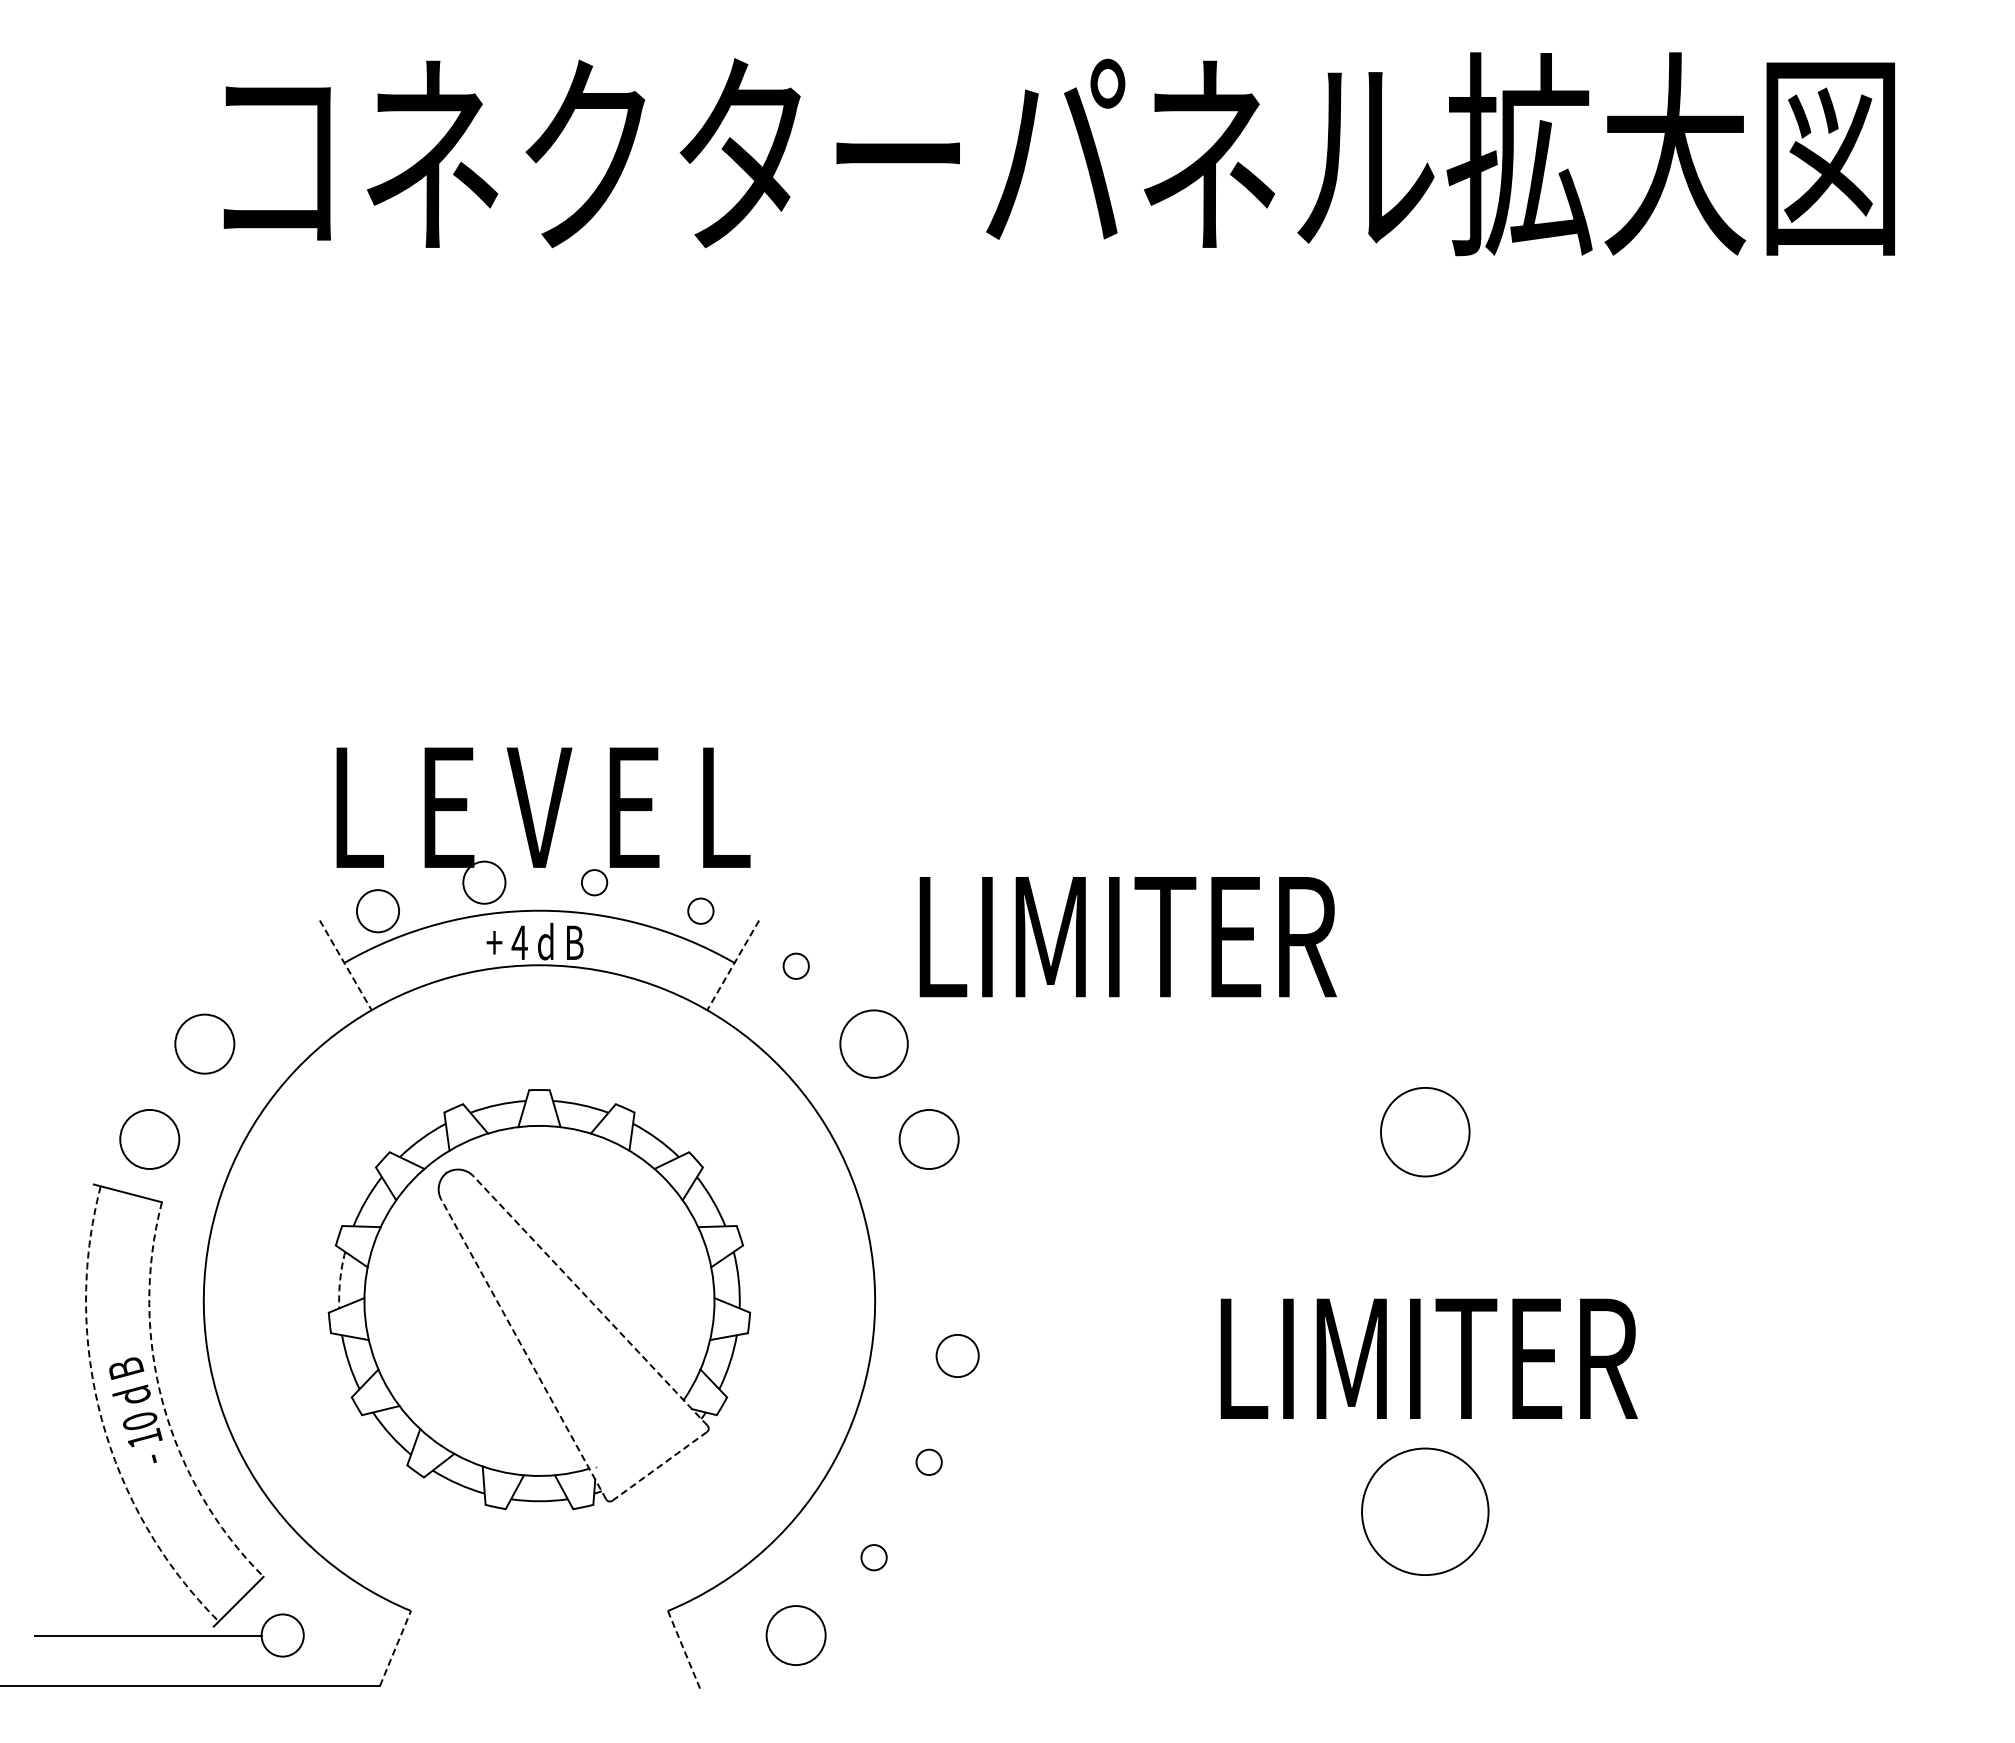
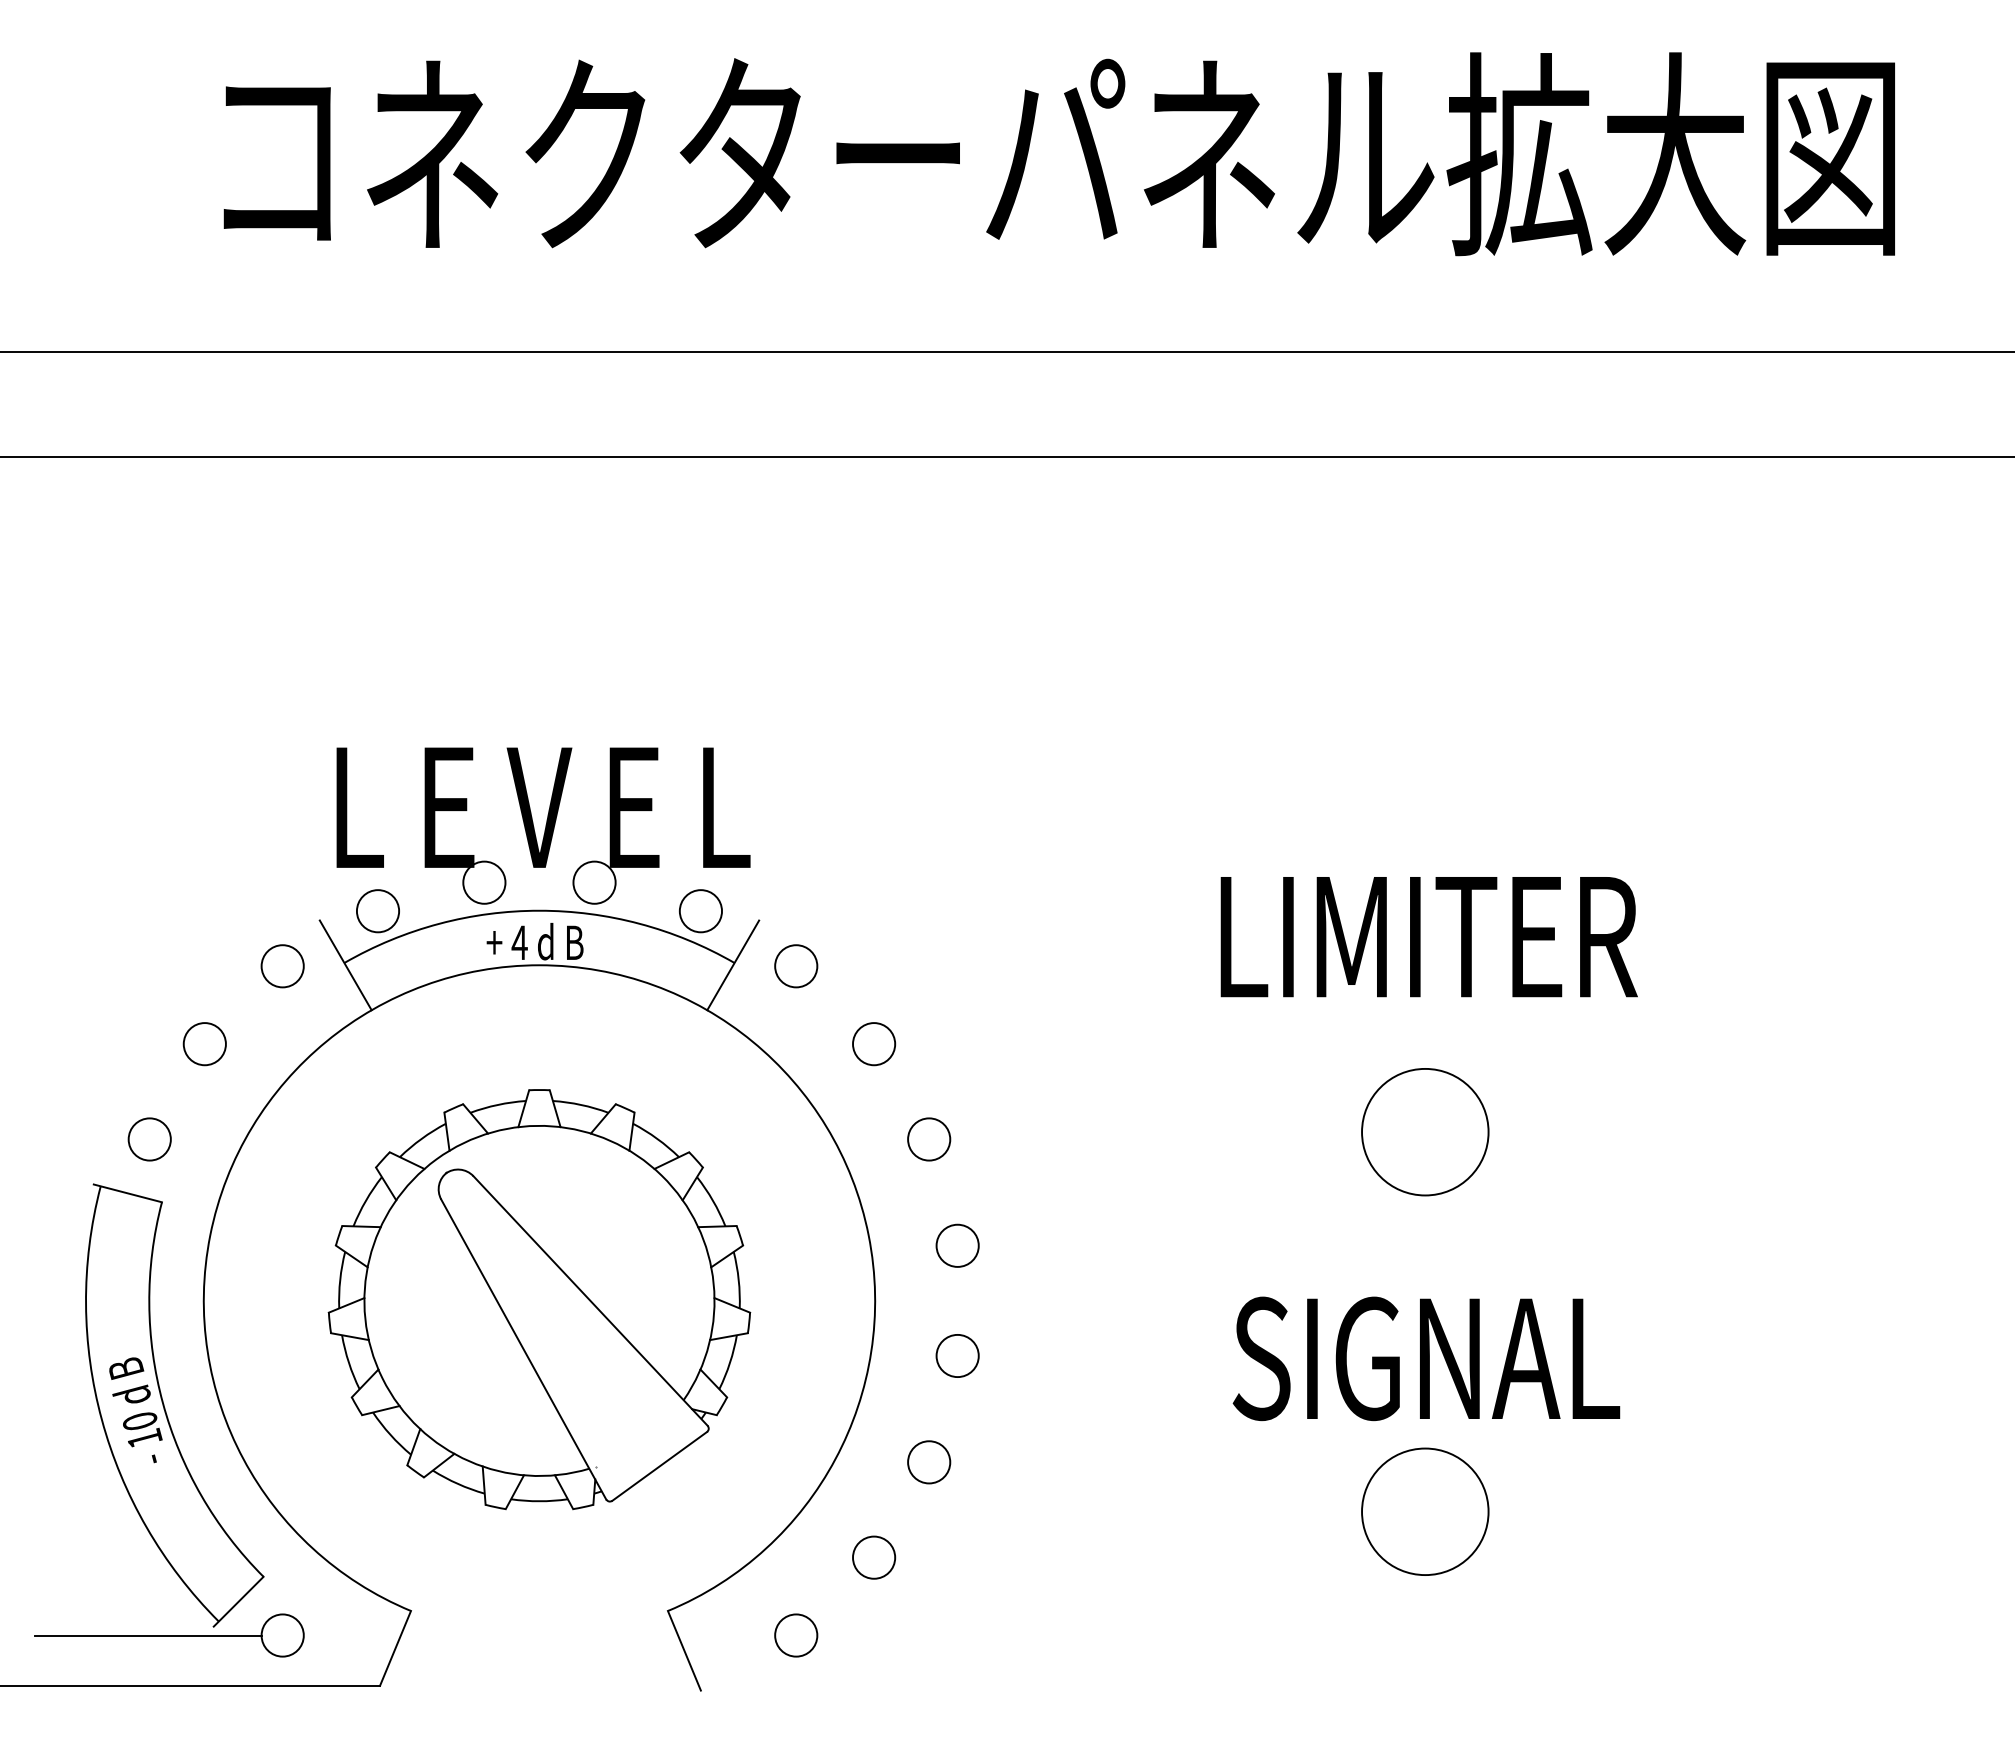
line at (1006, 351): none -> present
line at (1006, 457): none -> present
circle at (594, 882) diameter: 25 px -> 42 px
circle at (700, 910) diameter: 25 px -> 42 px
text at (1127, 937) position: (1127, 937) -> (1428, 937)
line at (345, 965): dashed -> solid
line at (733, 965): dashed -> solid
circle at (795, 965) diameter: 25 px -> 42 px
circle at (282, 966): none -> present
circle at (204, 1043) diameter: 59 px -> 42 px
circle at (873, 1043) diameter: 67 px -> 42 px
circle at (1425, 1131) diameter: 89 px -> 127 px
circle at (149, 1139) diameter: 59 px -> 42 px
circle at (928, 1139) diameter: 59 px -> 42 px
circle at (957, 1245): none -> present
arc at (340, 1279): dashed -> solid
line at (590, 1300): dashed -> solid
line at (523, 1349): dashed -> solid
text at (1428, 1358): LIMITER -> SIGNAL
arc at (162, 1403): dashed -> solid
arc at (101, 1419): dashed -> solid
circle at (928, 1462) diameter: 25 px -> 42 px
line at (660, 1466): dashed -> solid
circle at (873, 1557) diameter: 25 px -> 42 px
circle at (795, 1635) size: 62x61 px -> 45x45 px
line at (395, 1647): dashed -> solid
line at (684, 1651): dashed -> solid
